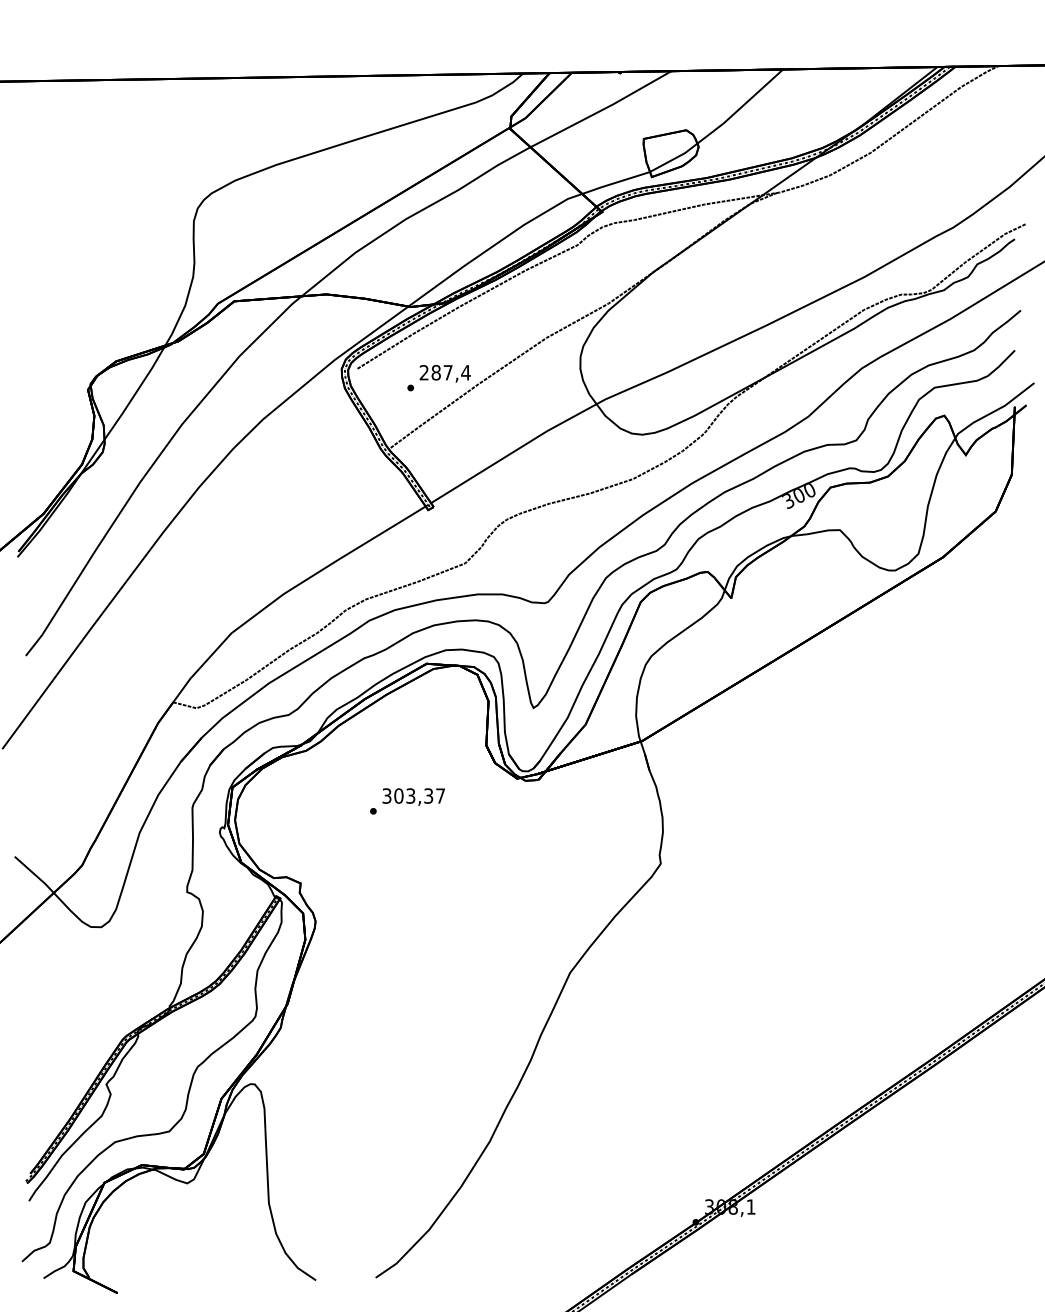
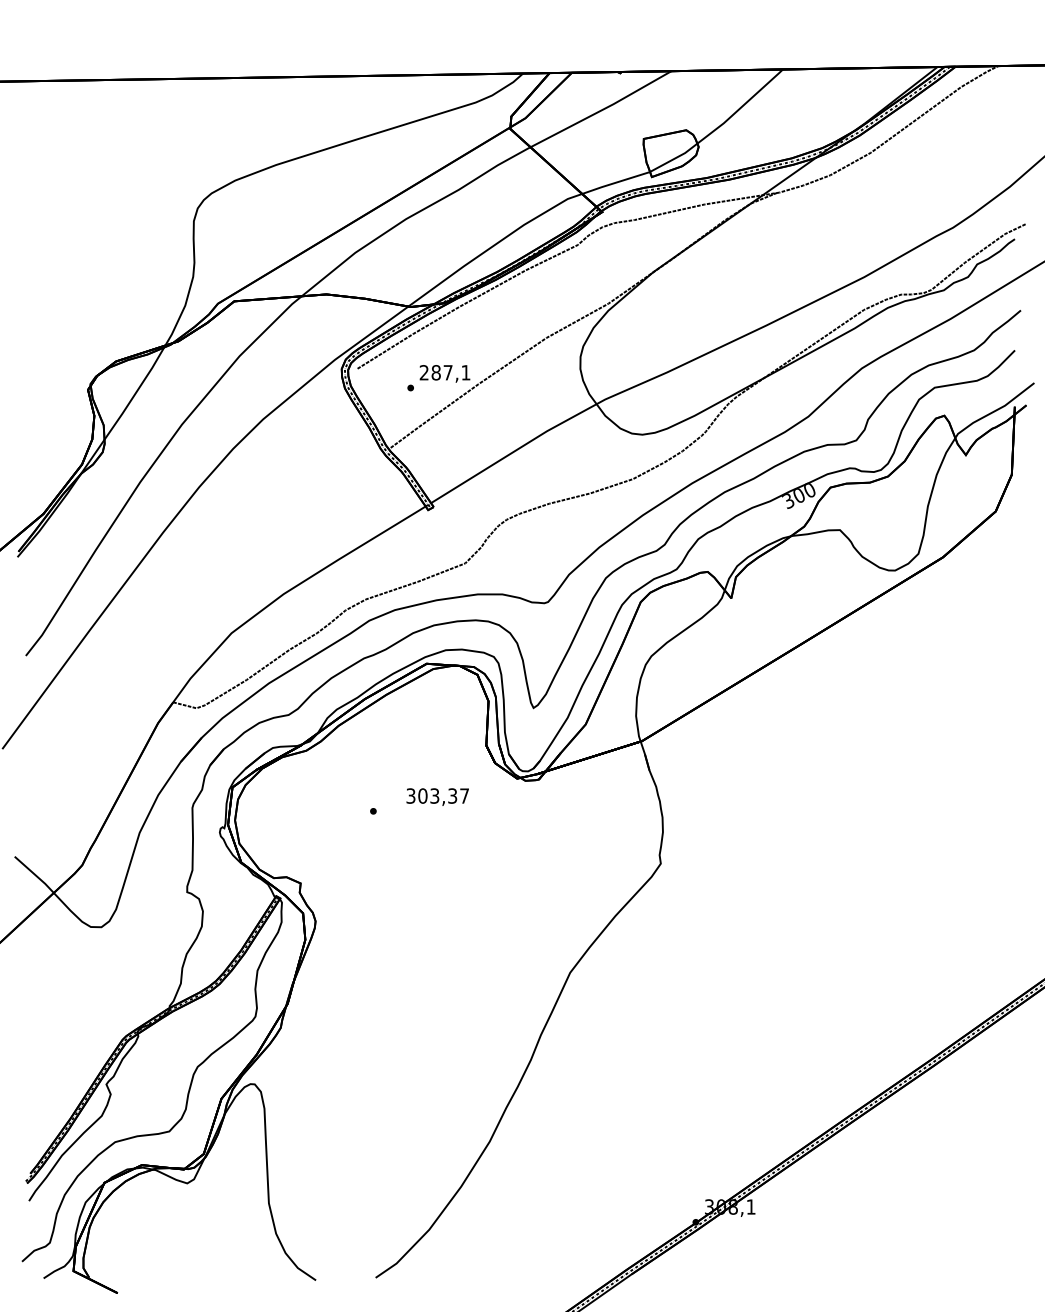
text at (465, 372): 287,4 -> 287,1
text at (413, 796) position: (413, 796) -> (437, 796)
